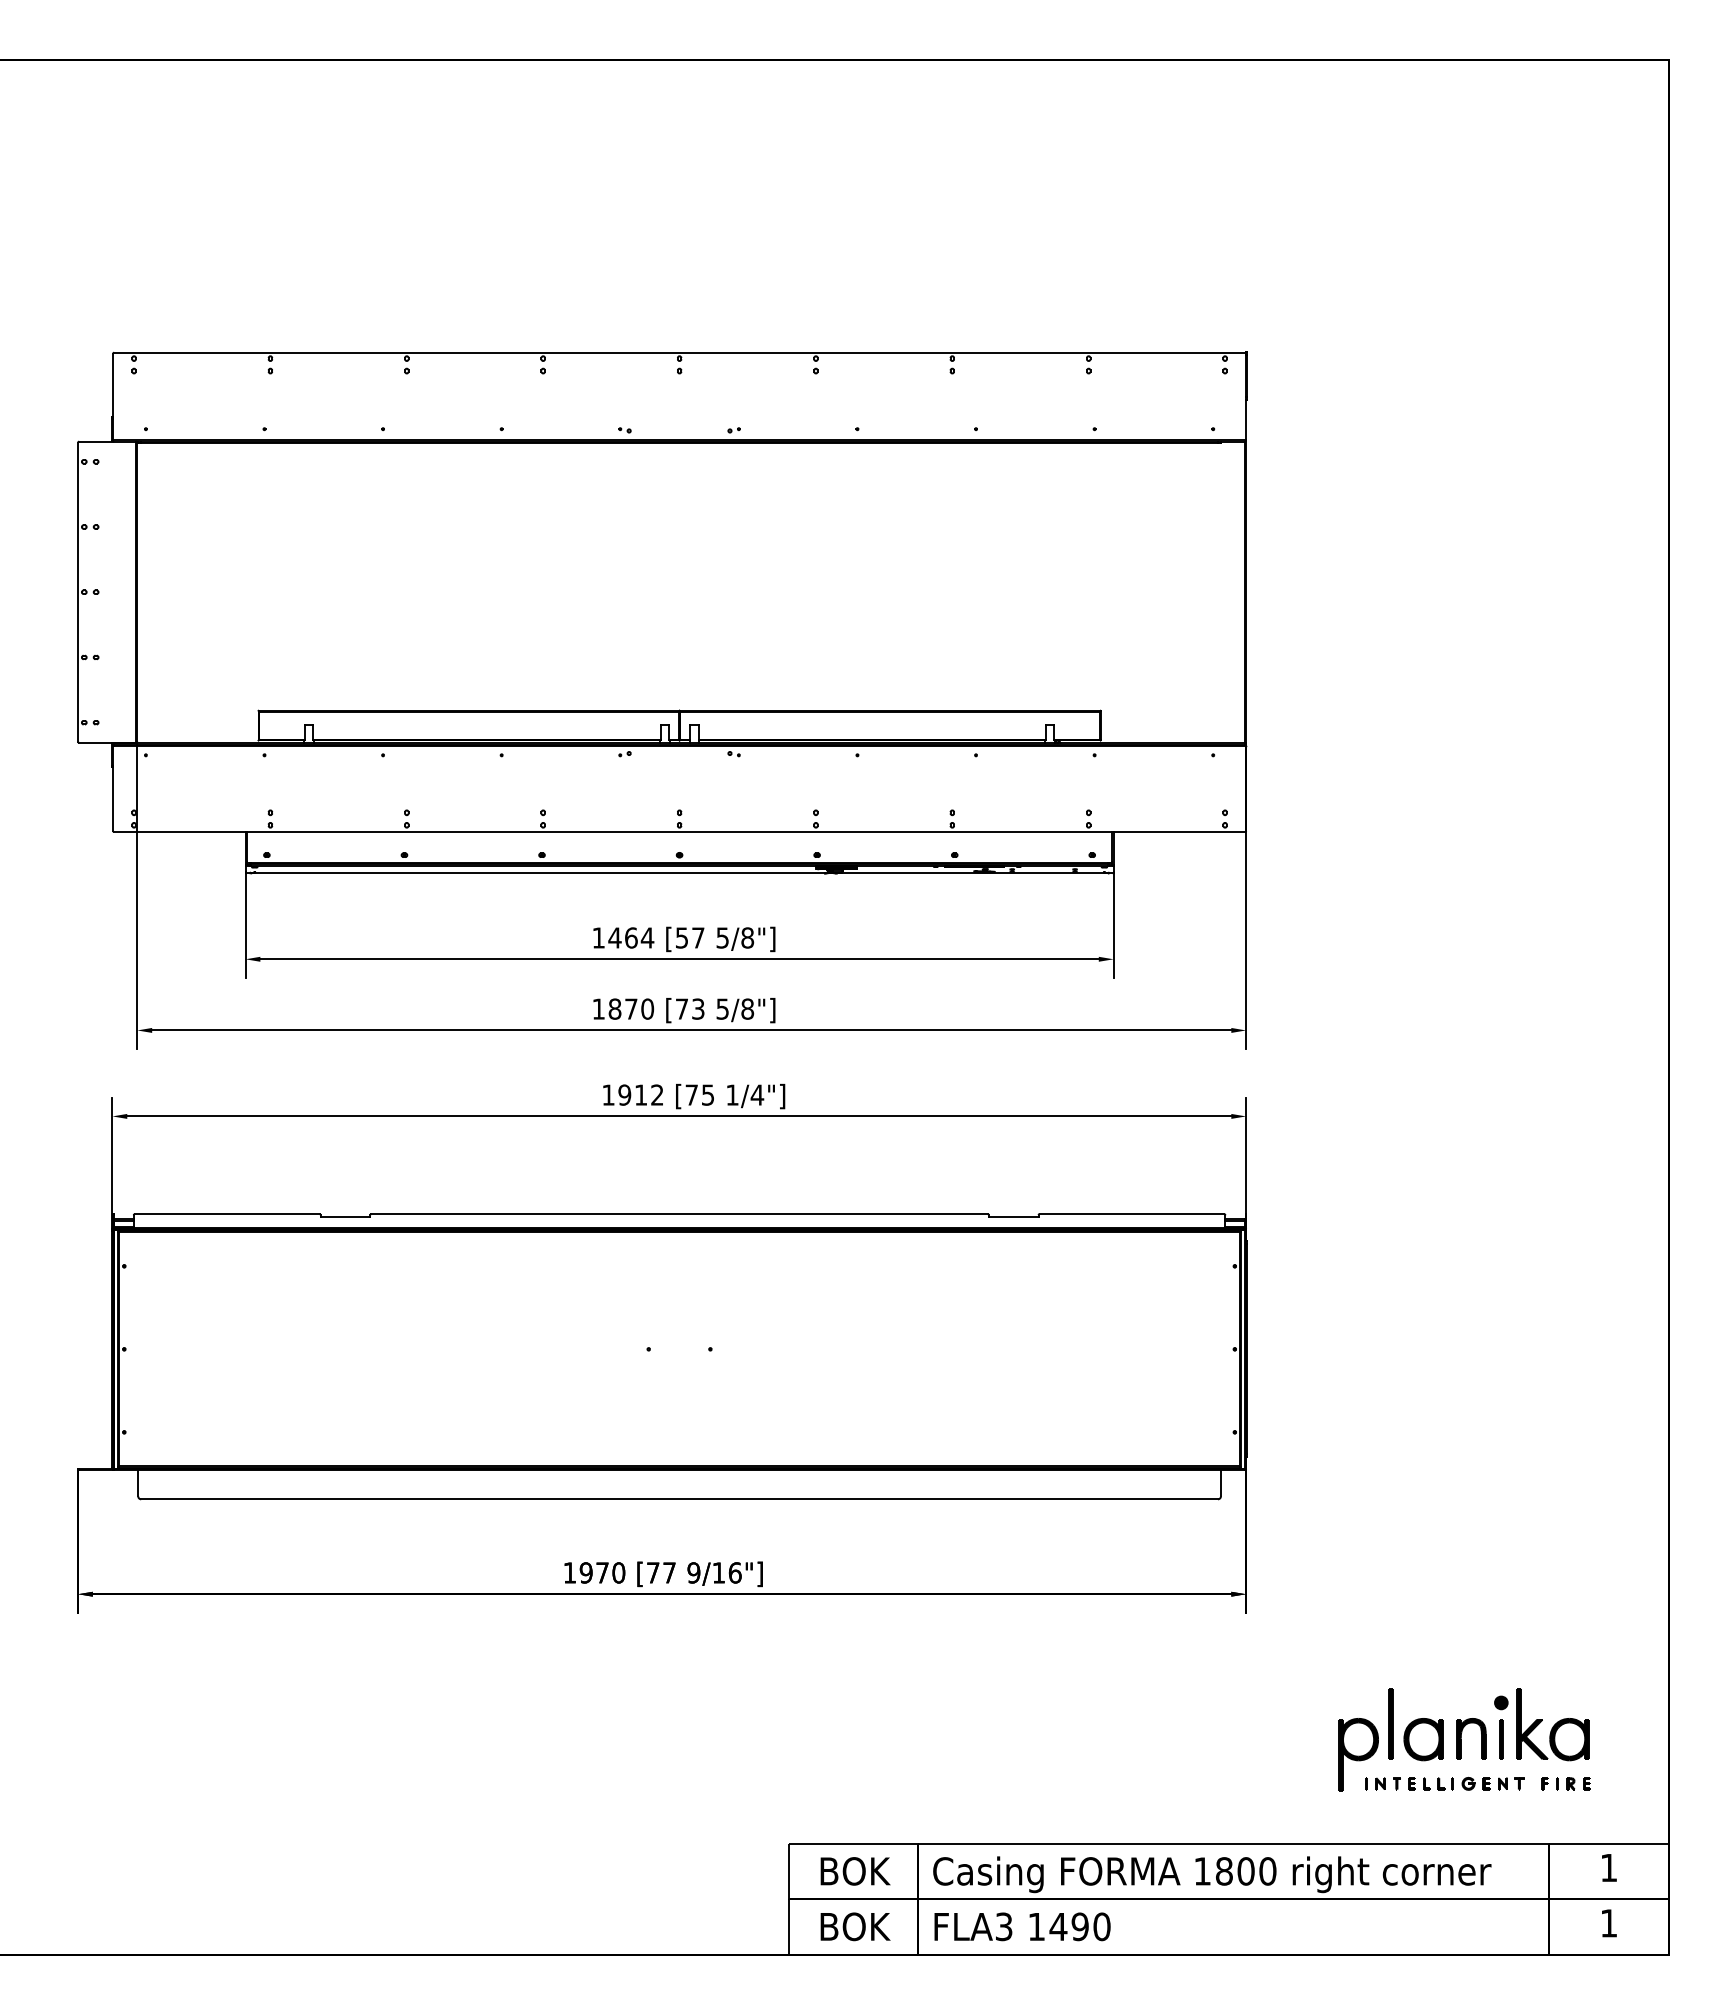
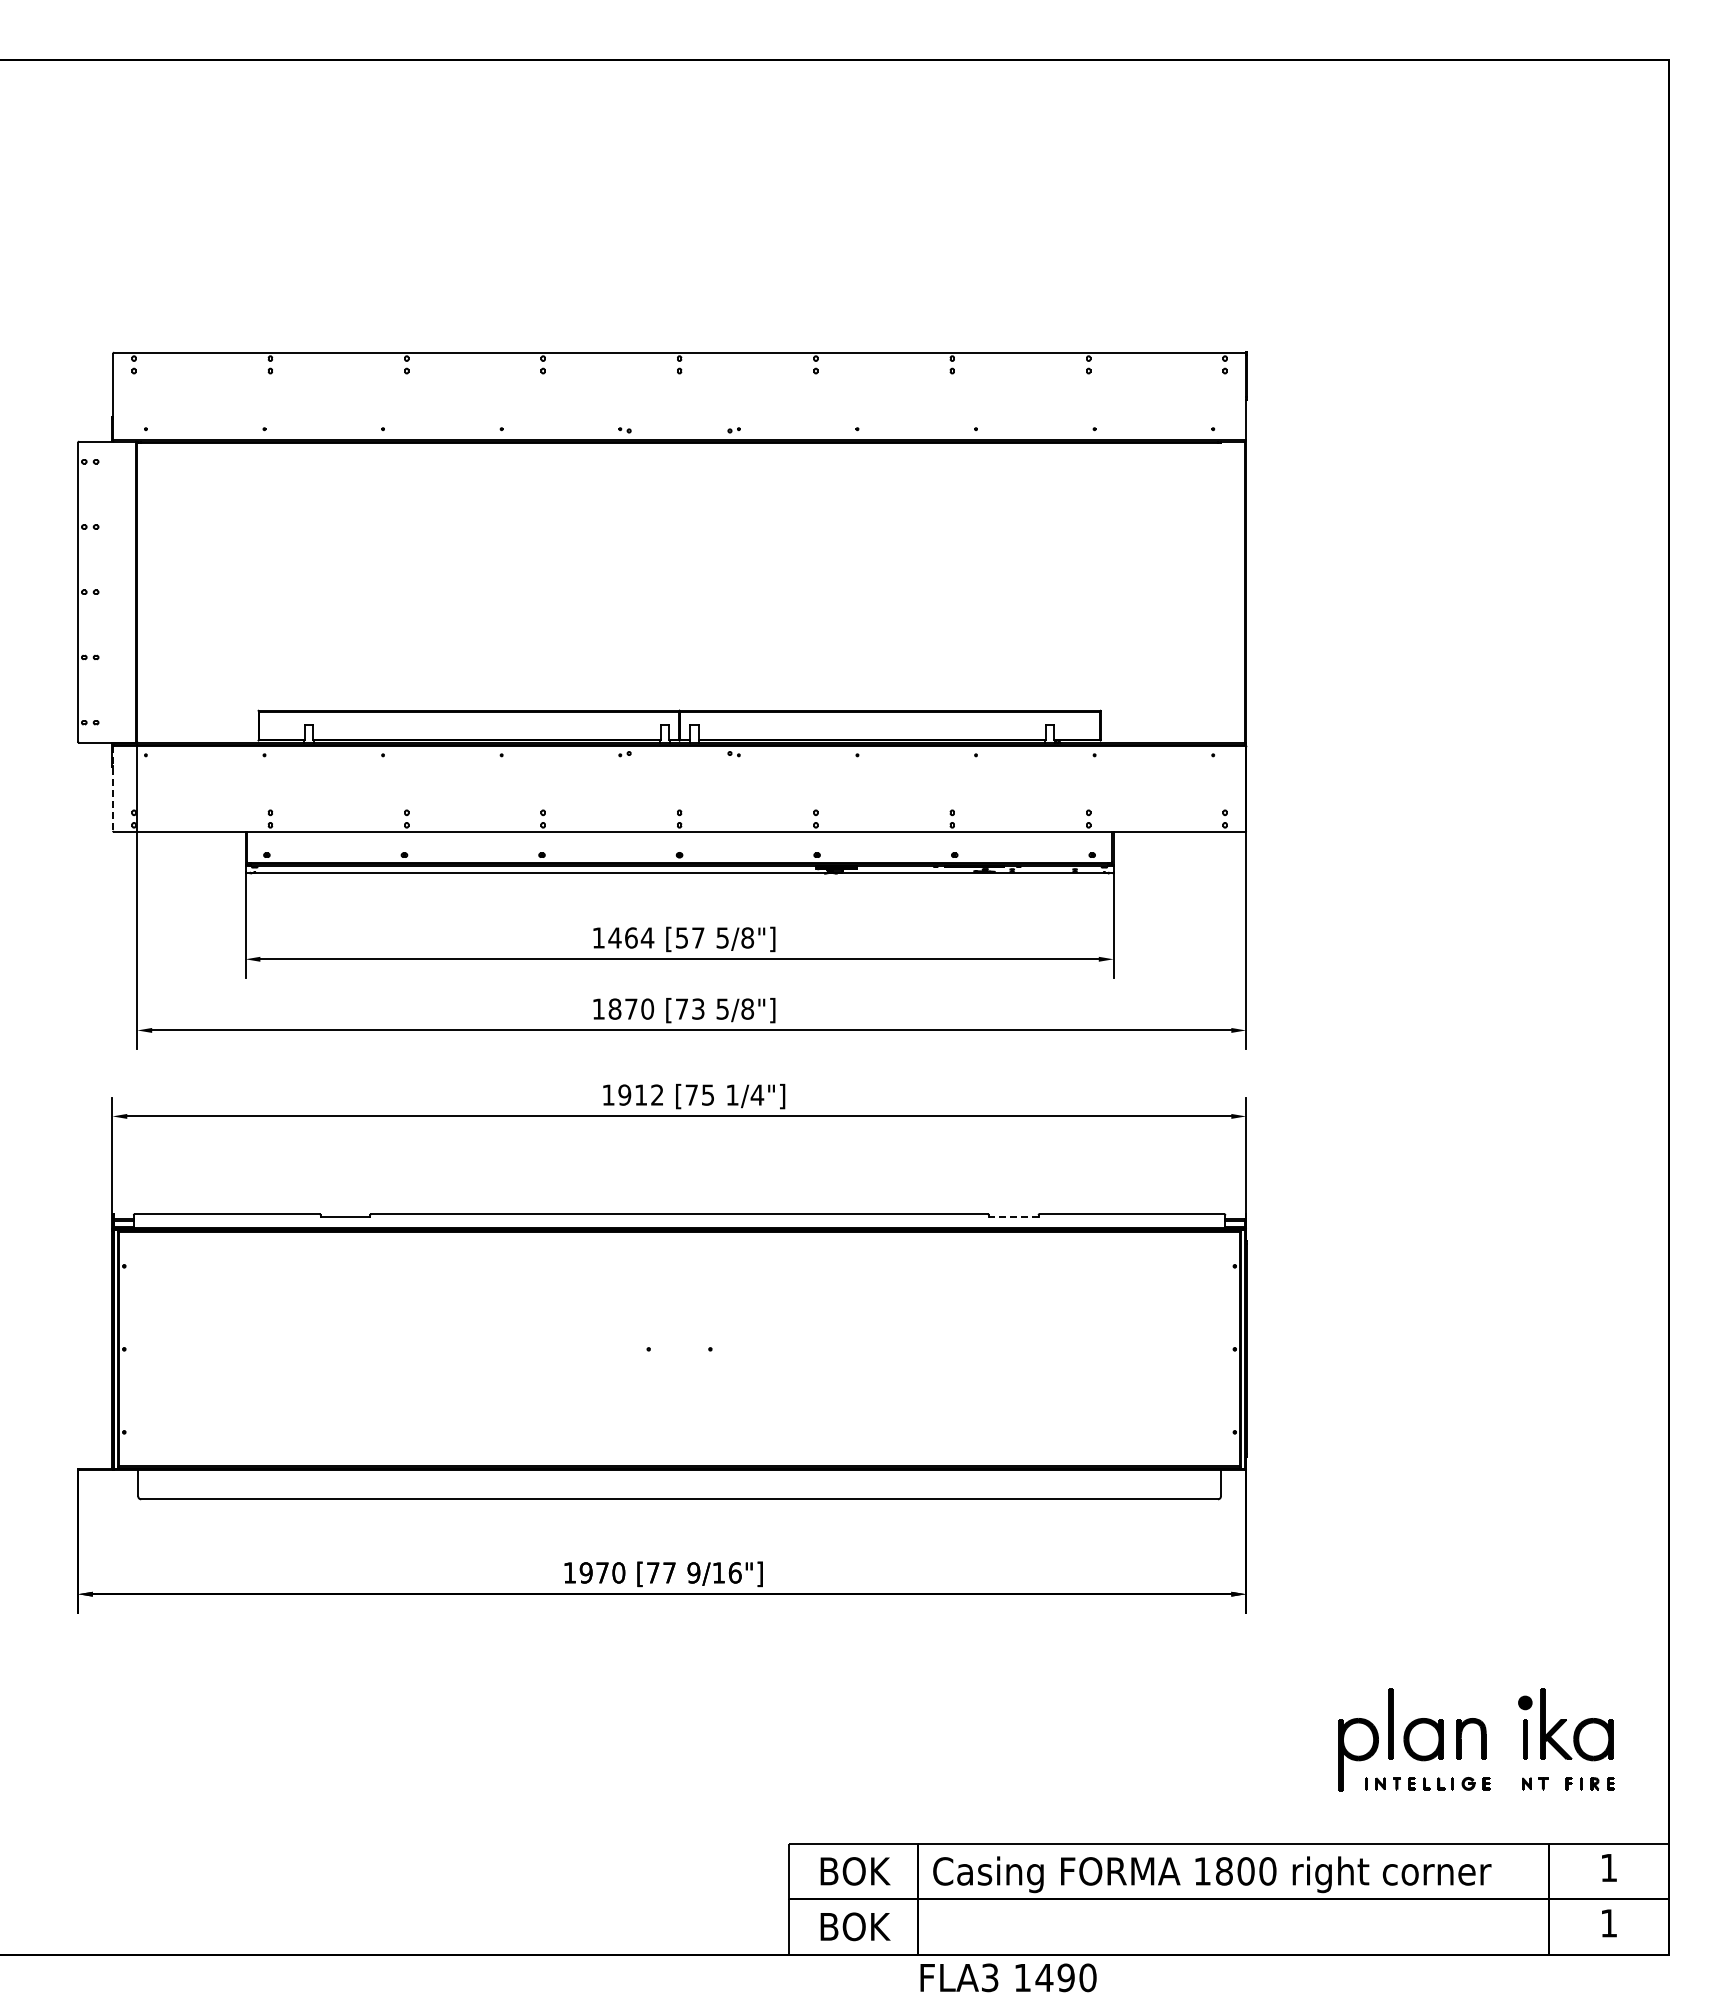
line at (113, 788): solid -> dashed
line at (1013, 1217): solid -> dashed
part at (1549, 1739) position: (1549, 1739) -> (1573, 1739)
text at (1022, 1926) position: (1022, 1926) -> (1008, 1977)
